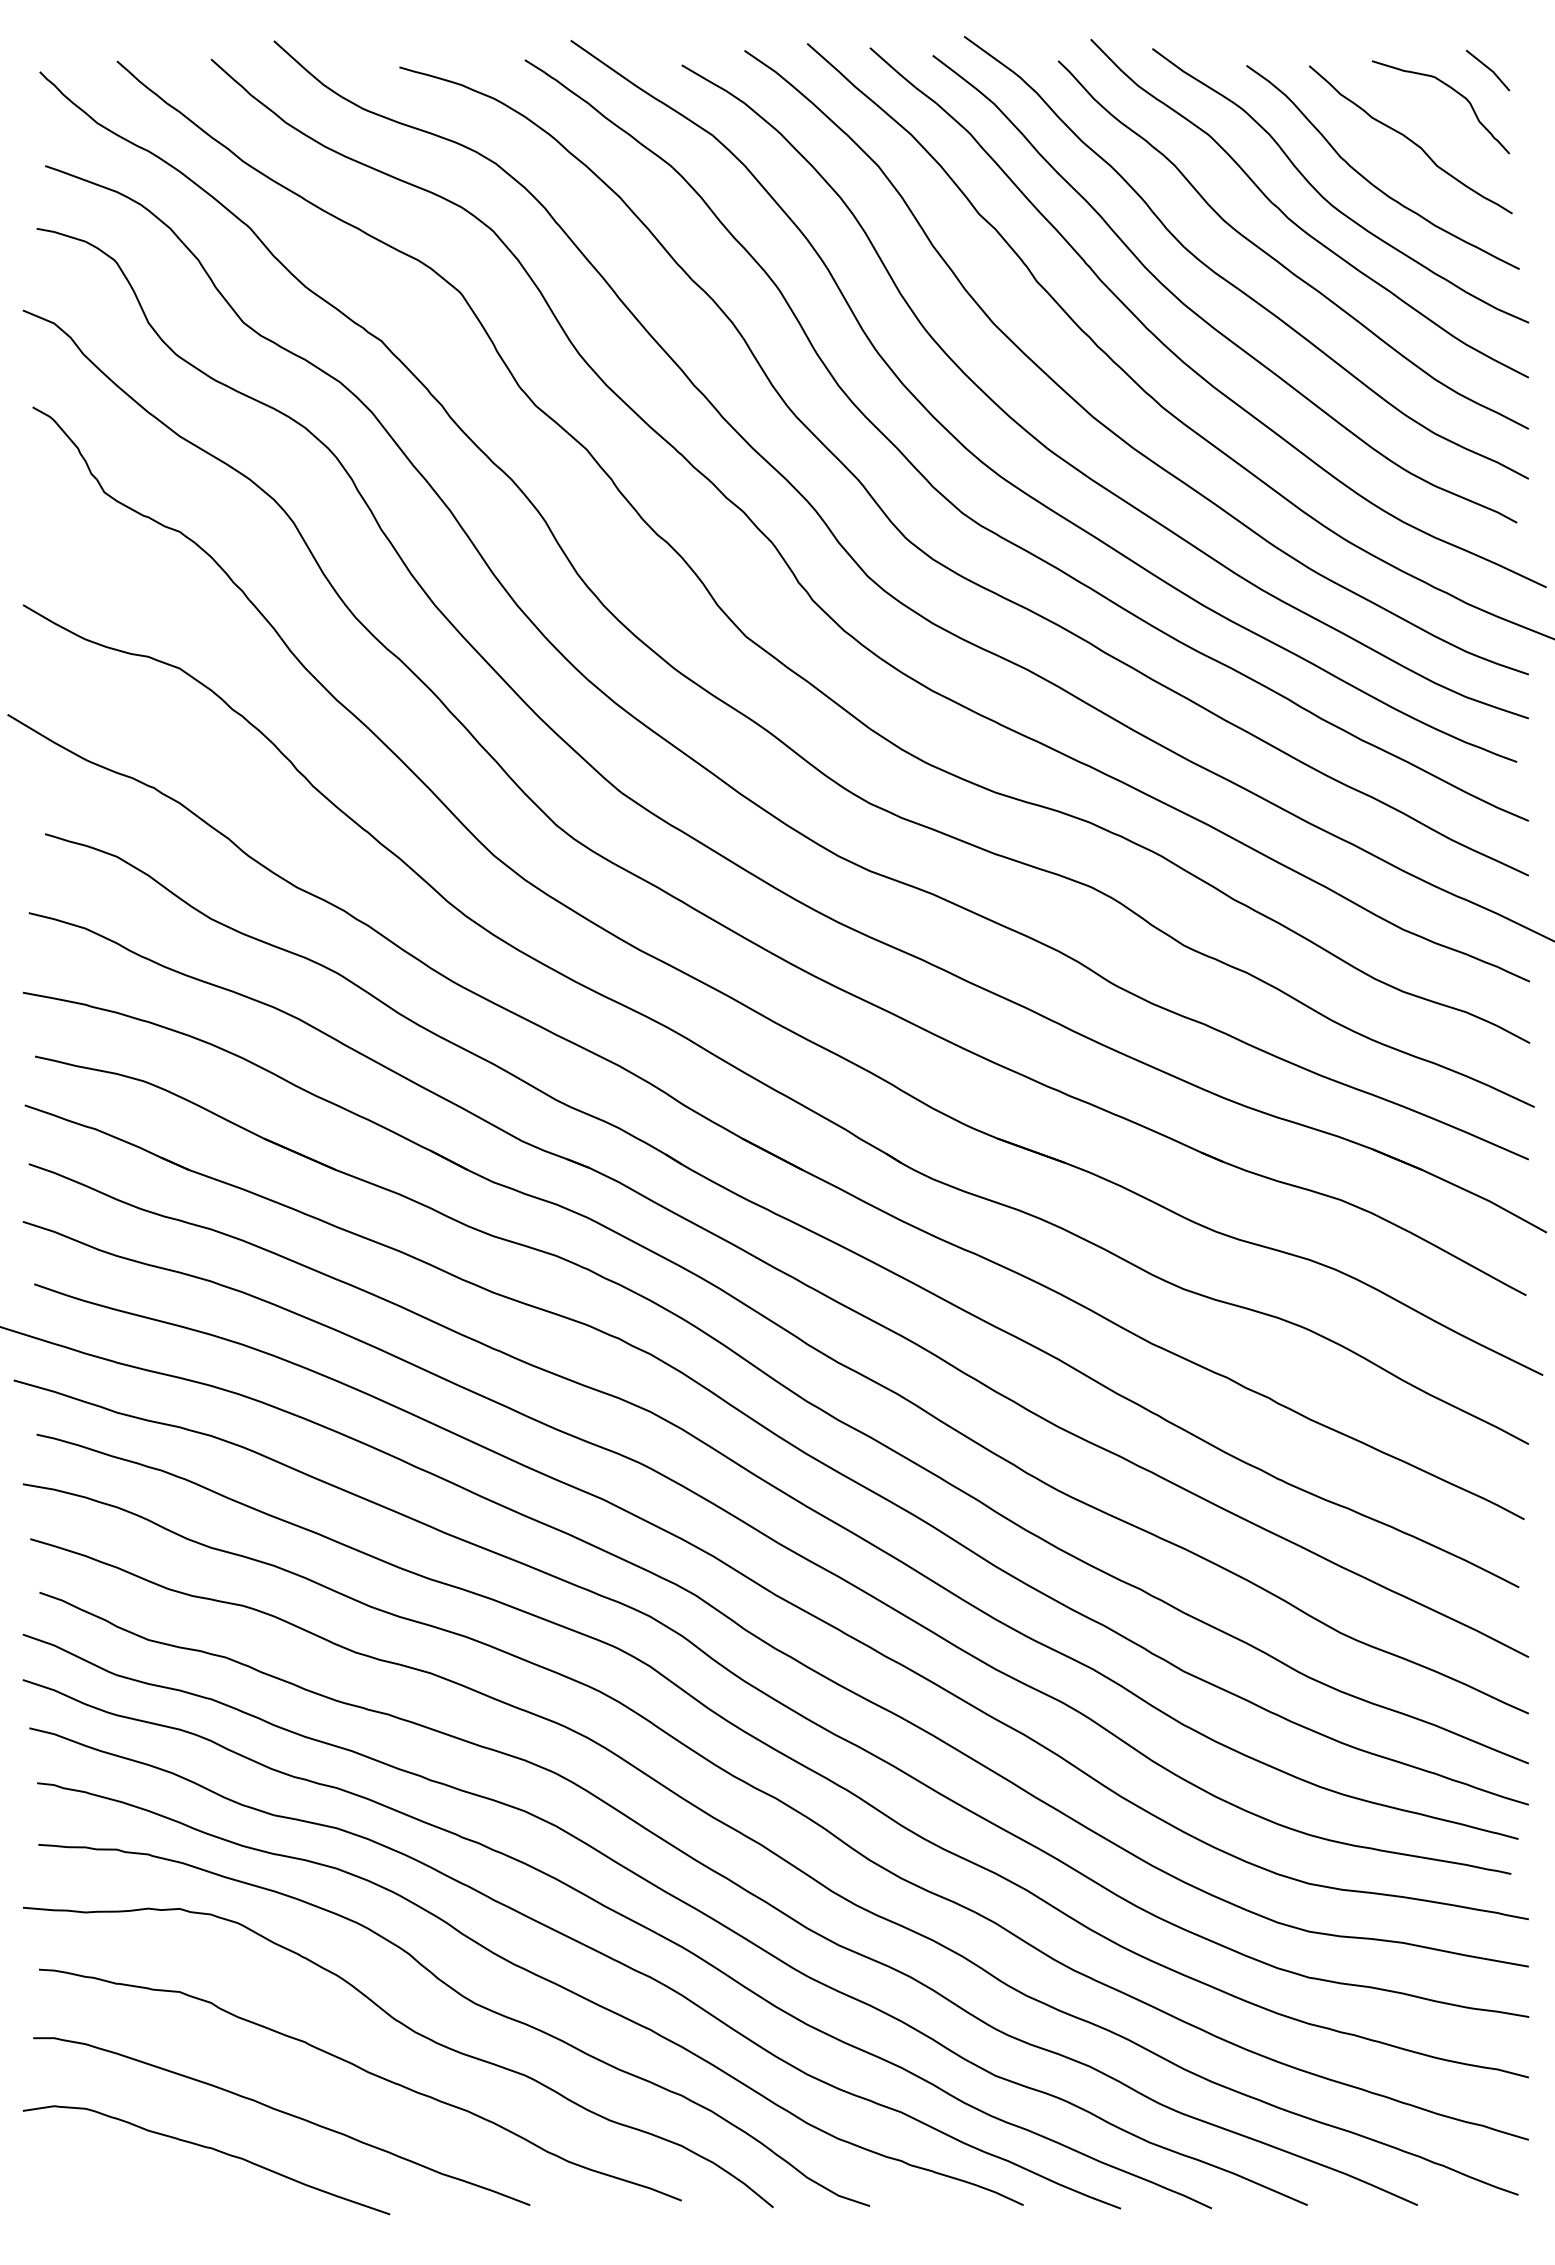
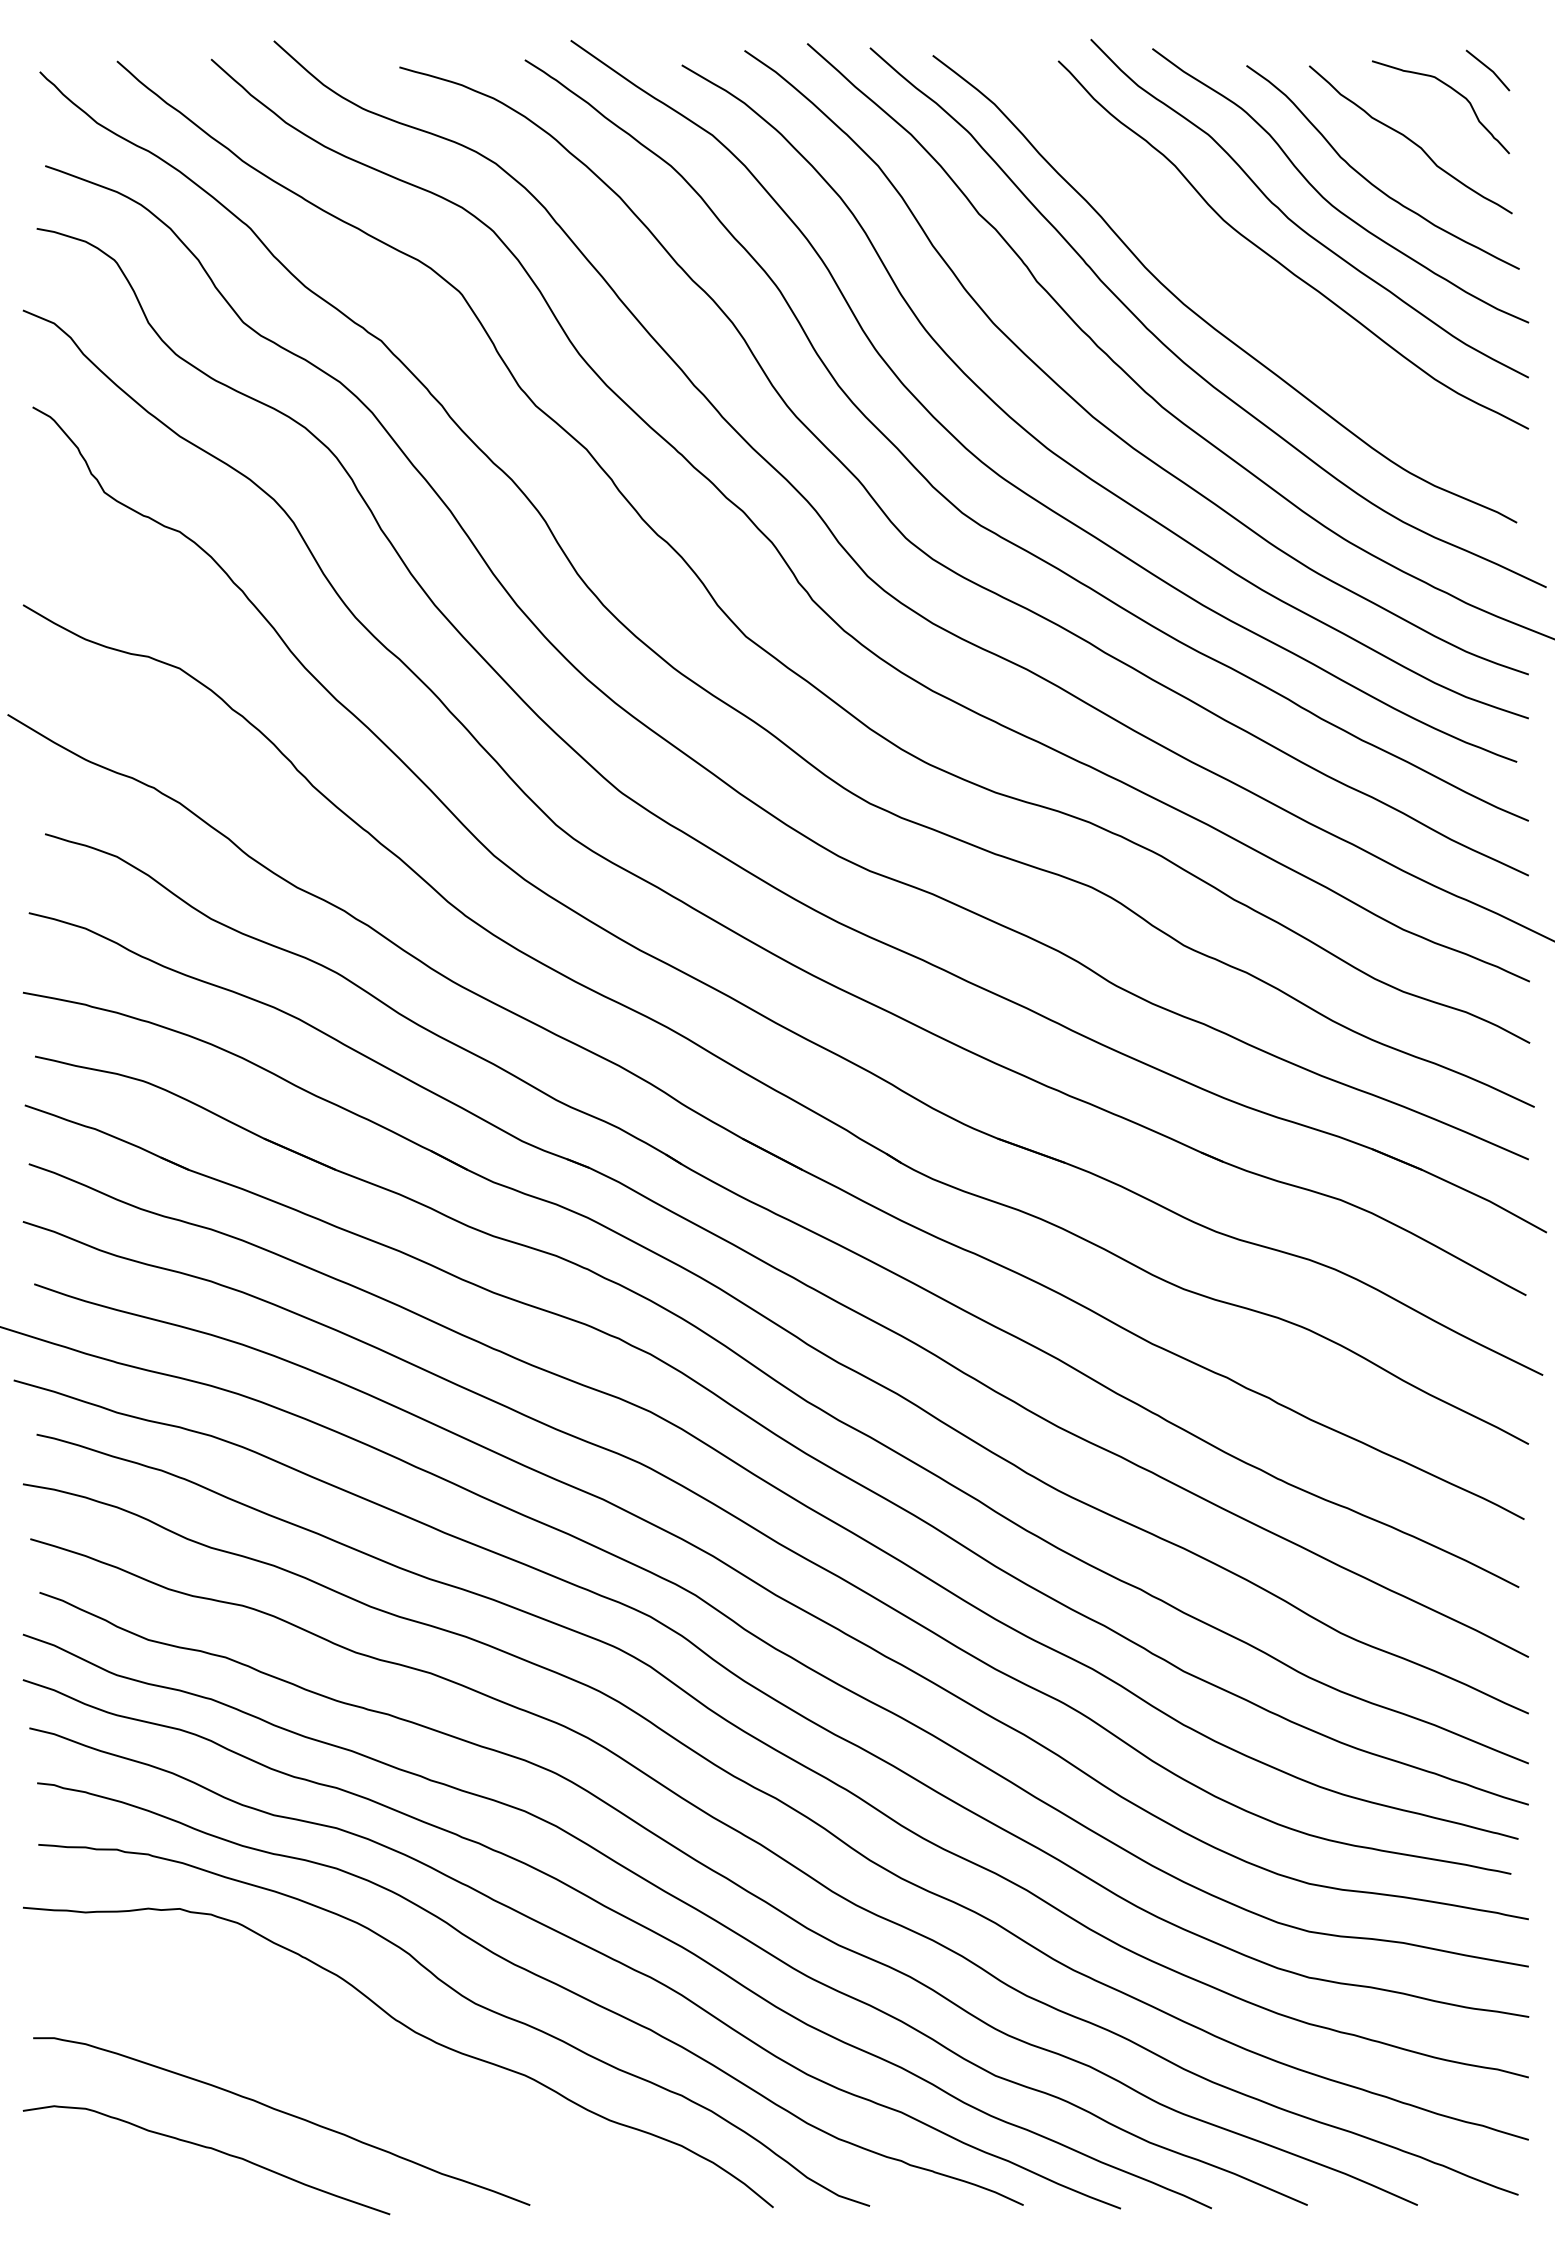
curve at (1229, 281): present -> none
curve at (366, 2072): present -> none
